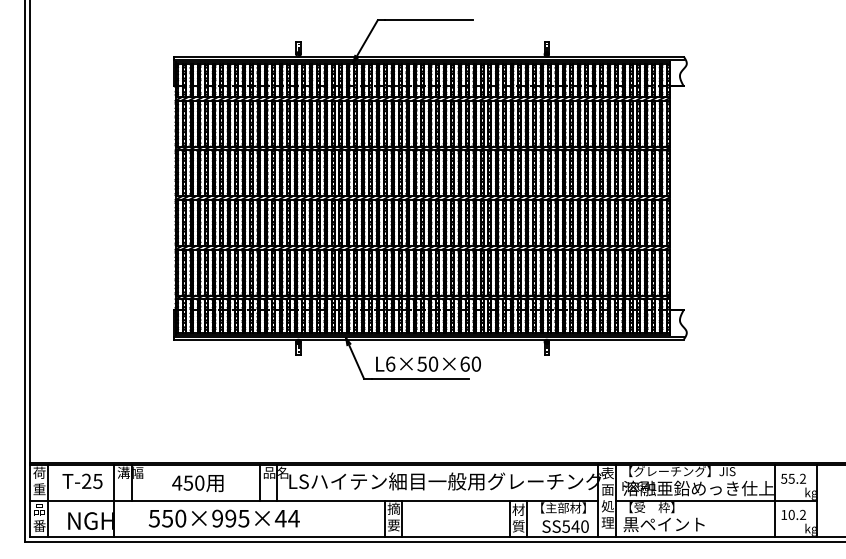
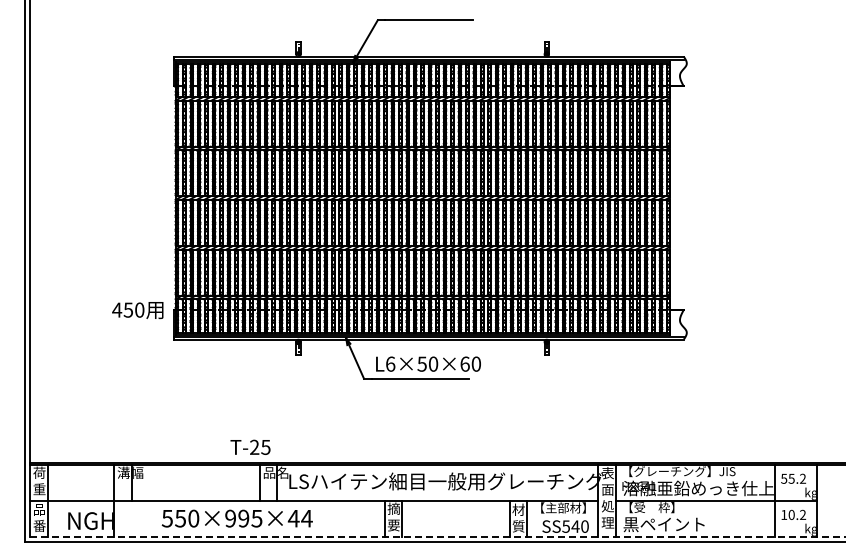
text at (82, 480) position: (82, 480) -> (250, 446)
text at (197, 483) position: (197, 483) -> (137, 310)
text at (223, 518) position: (223, 518) -> (236, 518)
line at (438, 537): solid -> dashed
